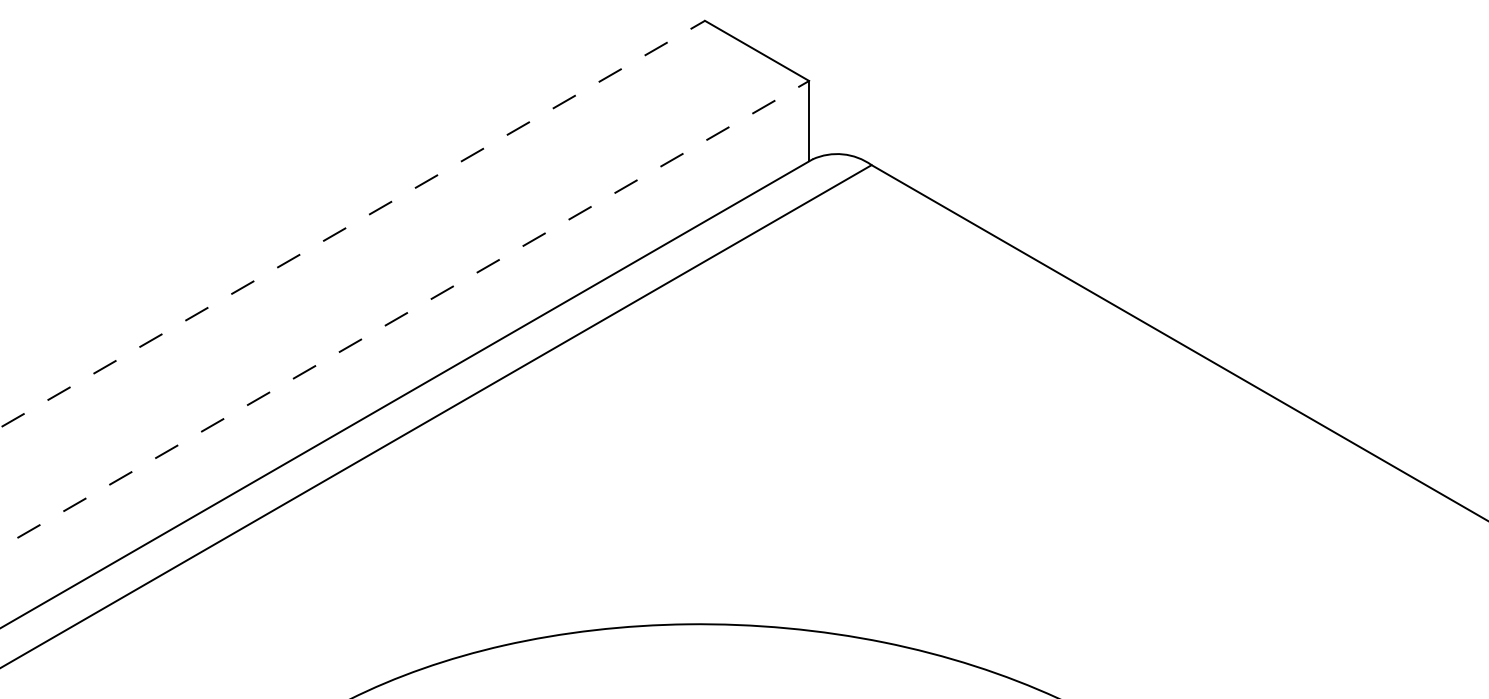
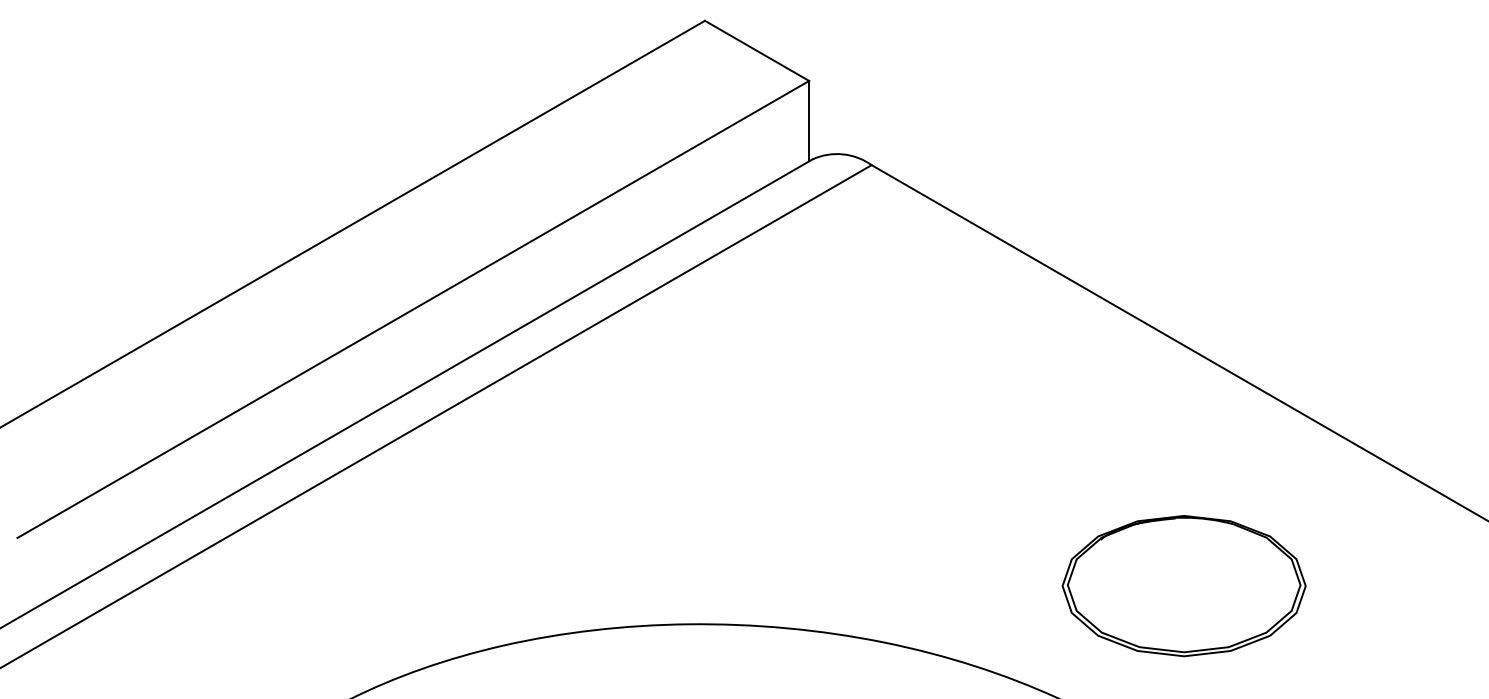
line at (352, 224): dashed -> solid
line at (413, 309): dashed -> solid
part at (1183, 586): none -> present
